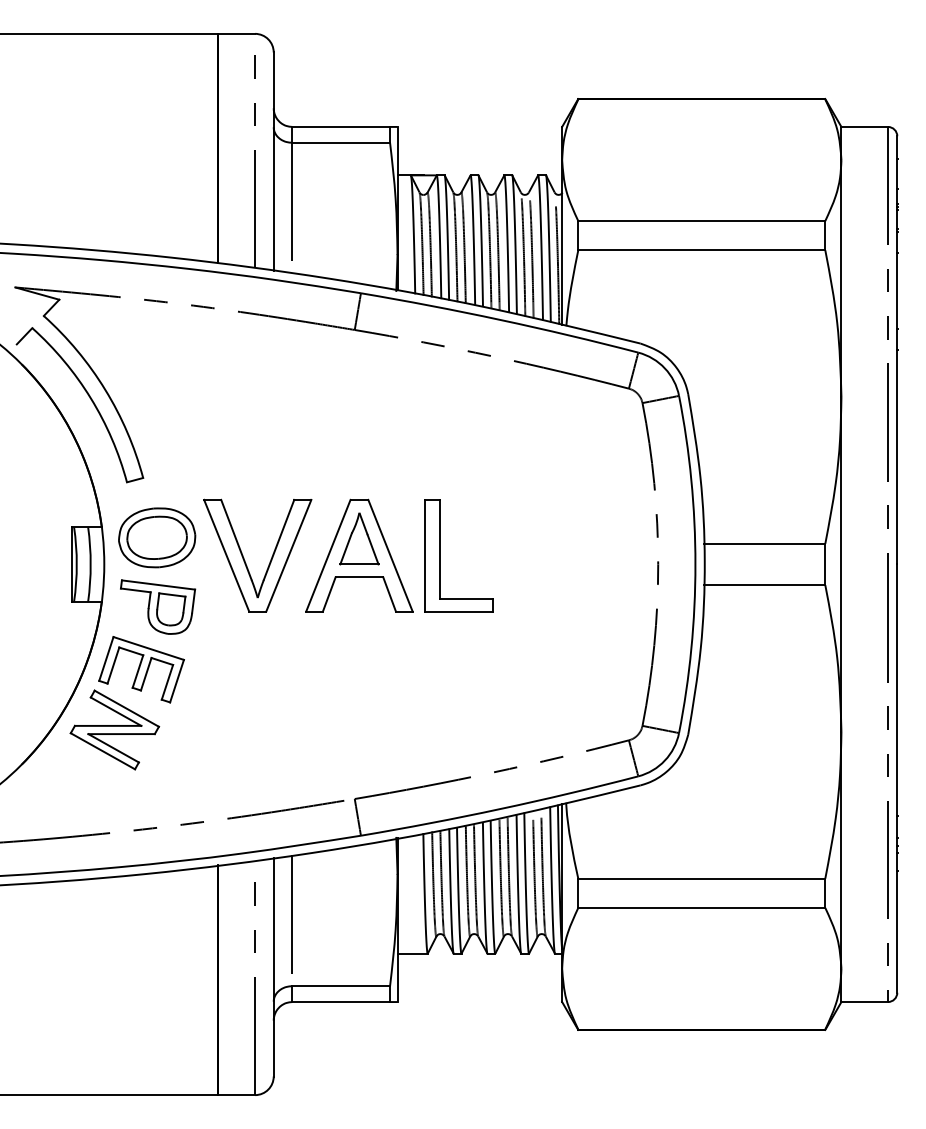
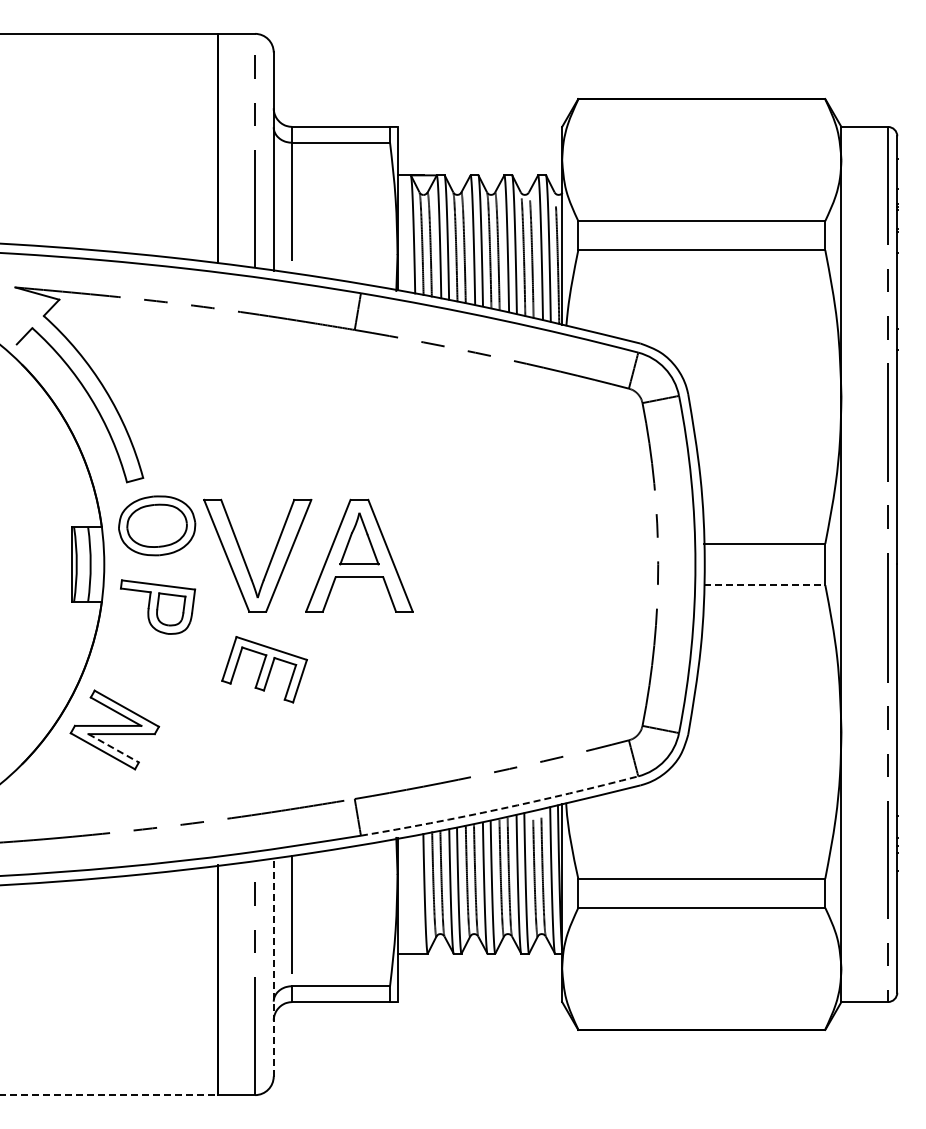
part at (157, 537) position: (157, 537) -> (157, 525)
part at (440, 555): present -> none
line at (764, 585): solid -> dashed
part at (141, 669) position: (141, 669) -> (264, 669)
line at (113, 748): solid -> dashed
arc at (500, 809): solid -> dashed
line at (273, 966): solid -> dashed
line at (109, 1095): solid -> dashed
